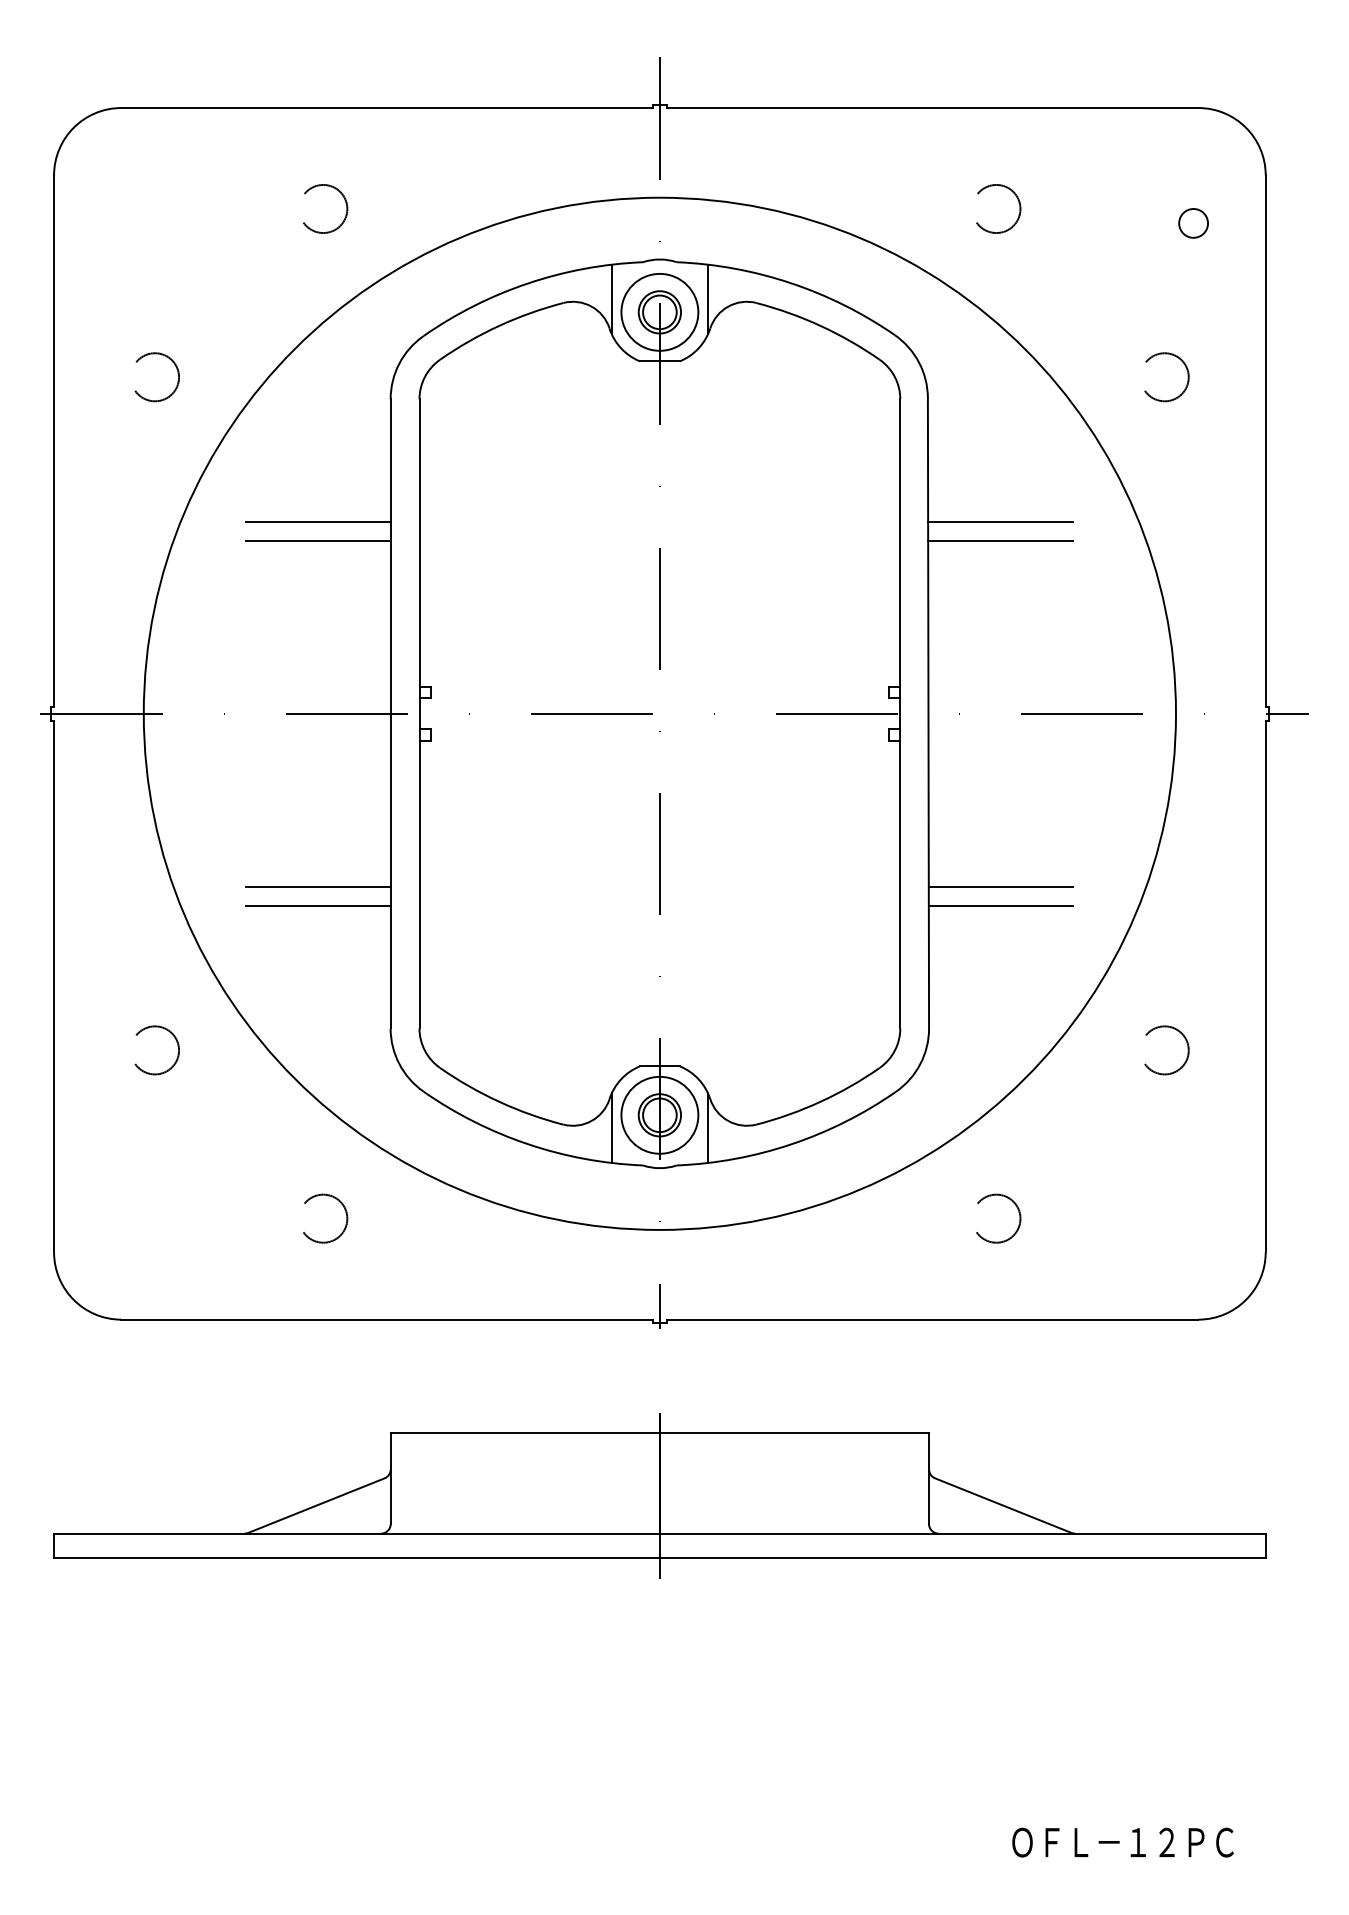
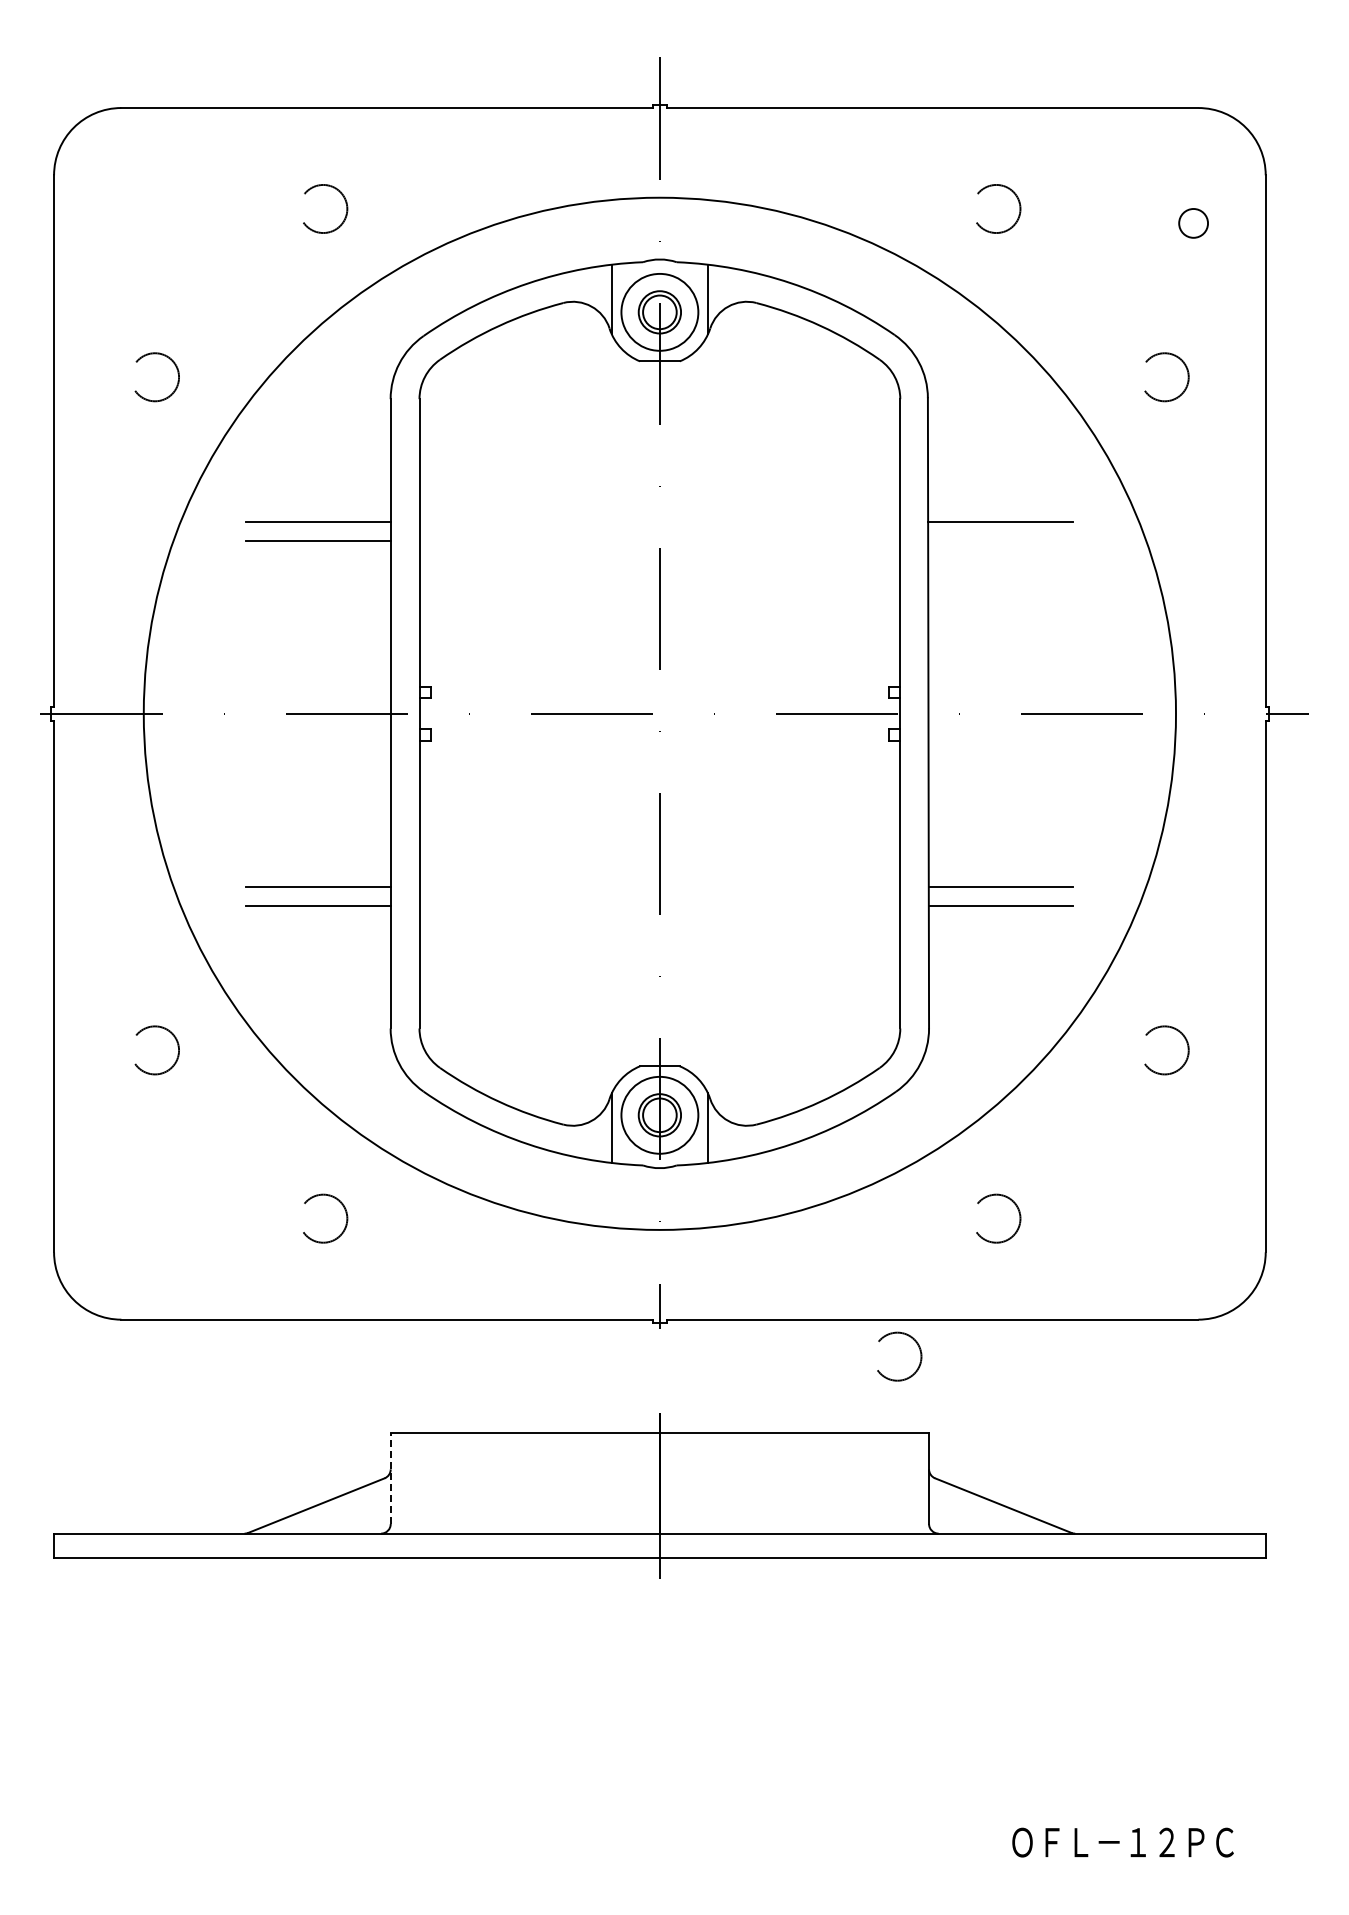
line at (1000, 540): present -> none
circle at (899, 1356): none -> present
line at (390, 1478): solid -> dashed
